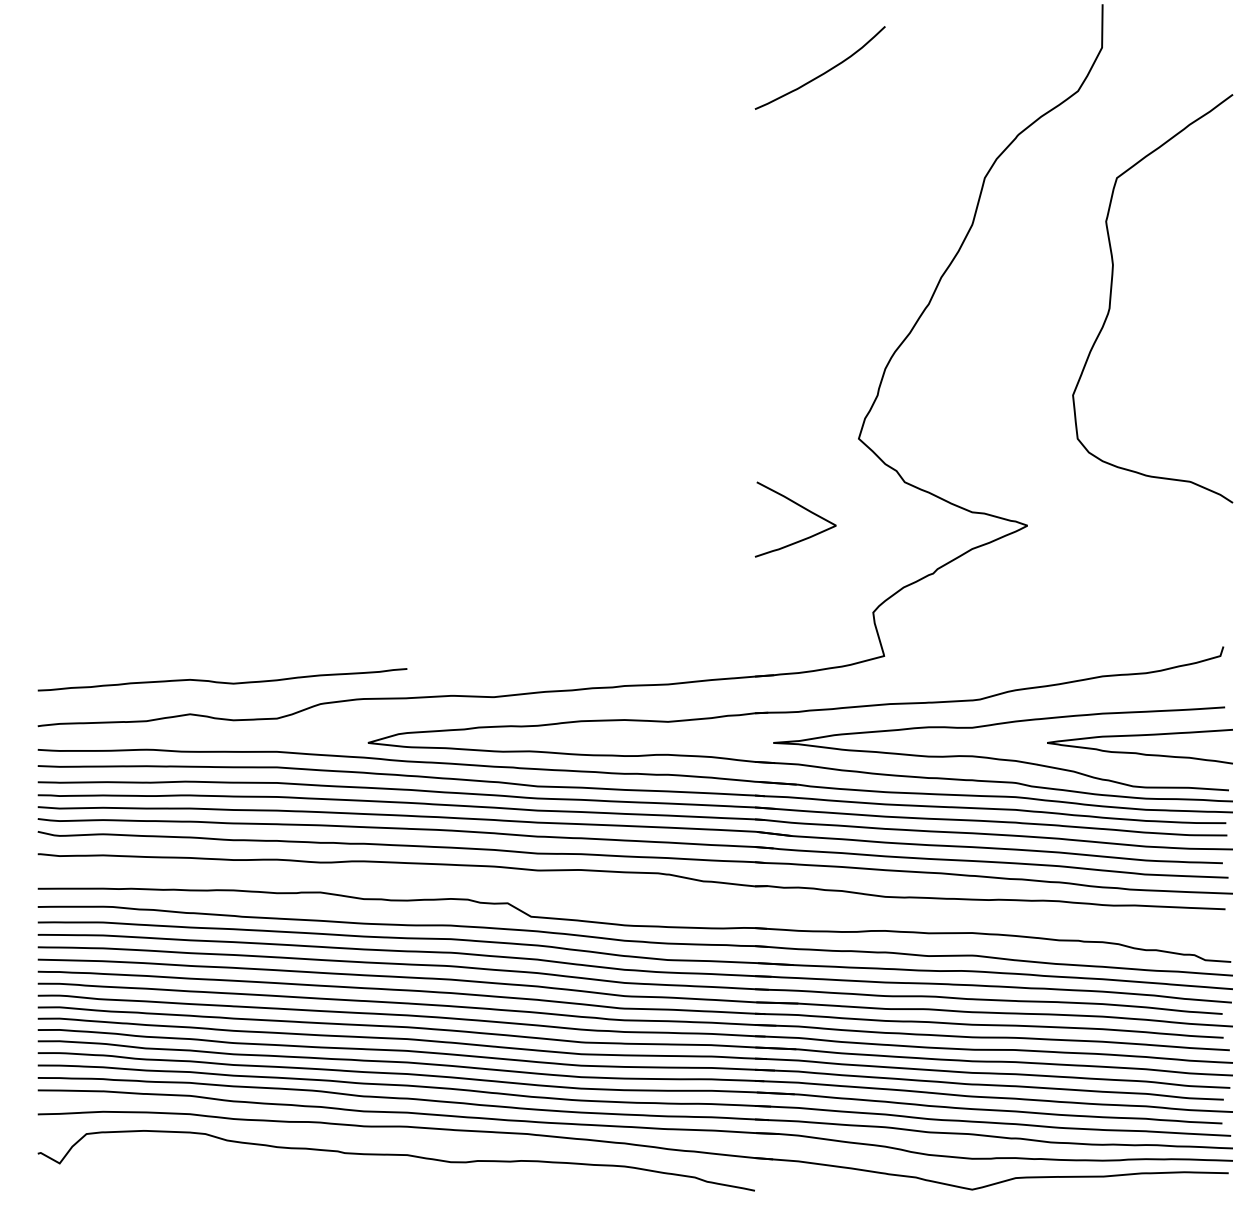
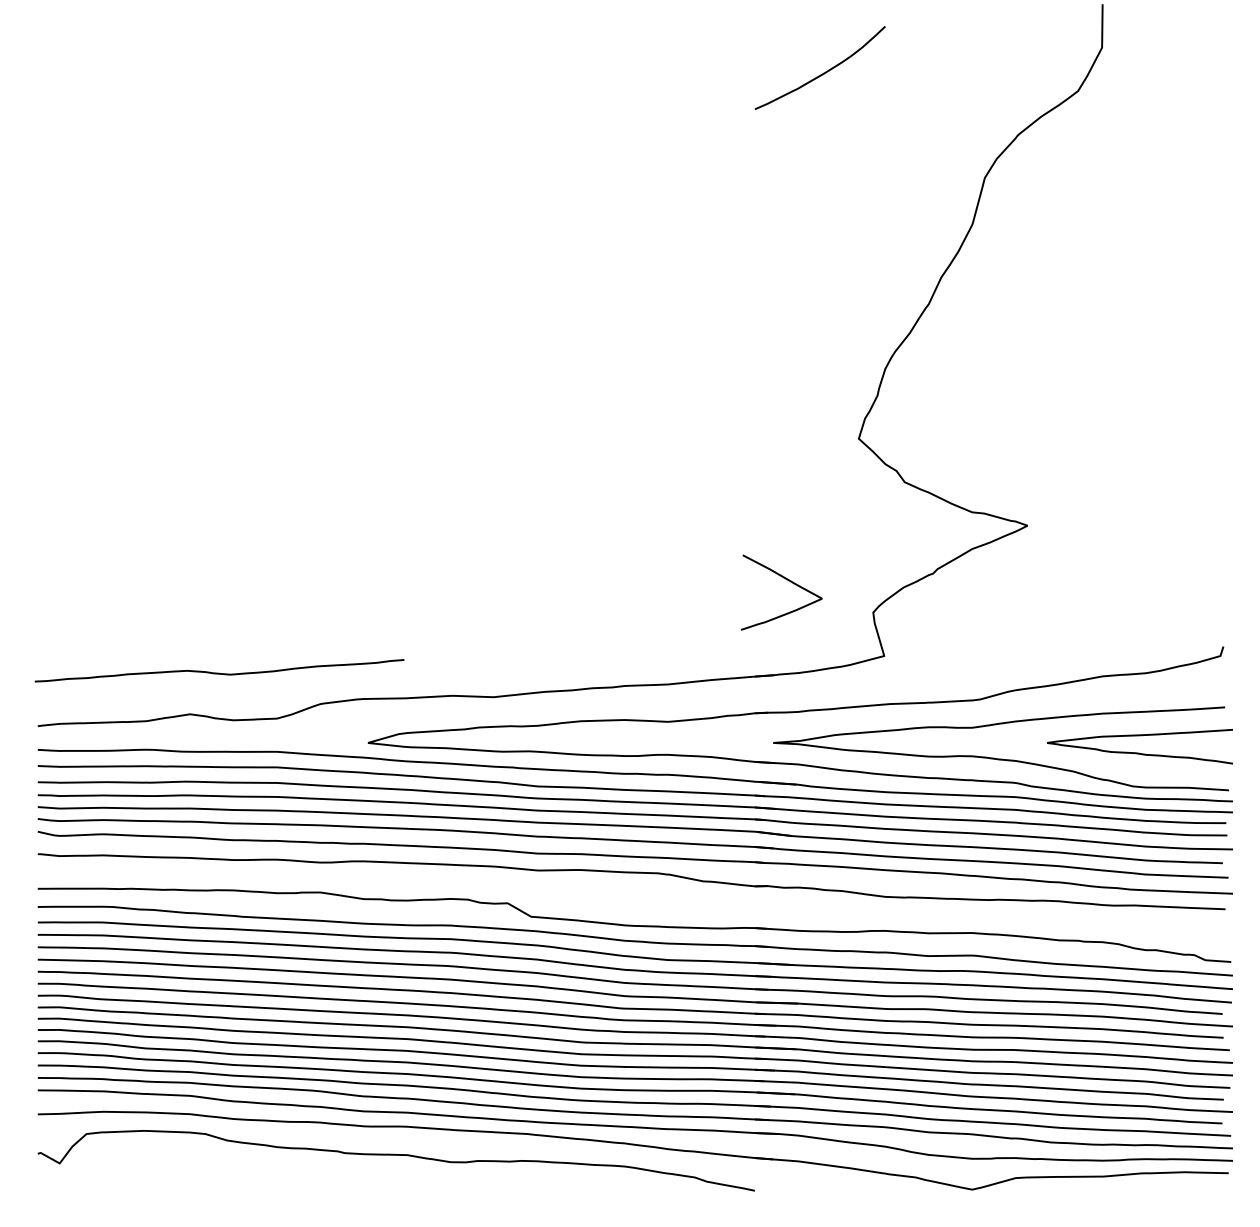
curve at (1111, 298): present -> none
curve at (802, 508) position: (802, 508) -> (788, 581)
curve at (222, 681) position: (222, 681) -> (219, 672)
